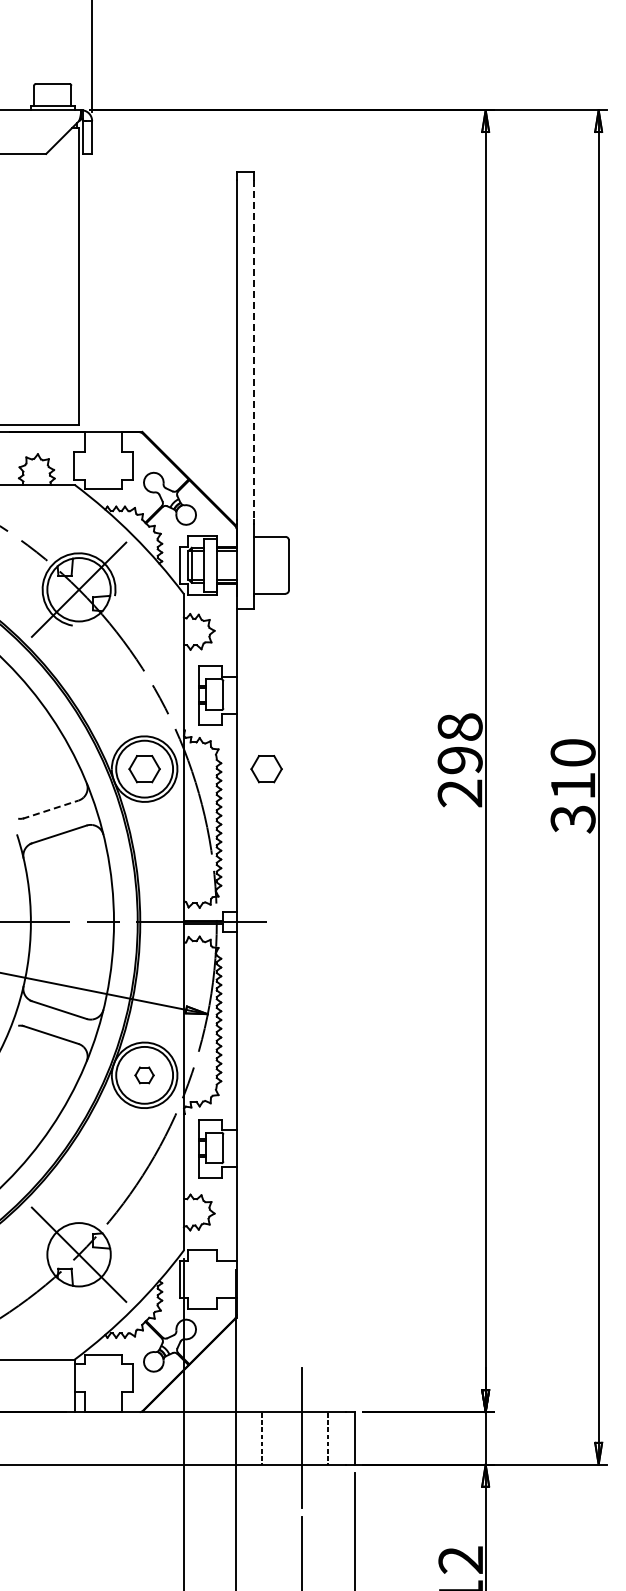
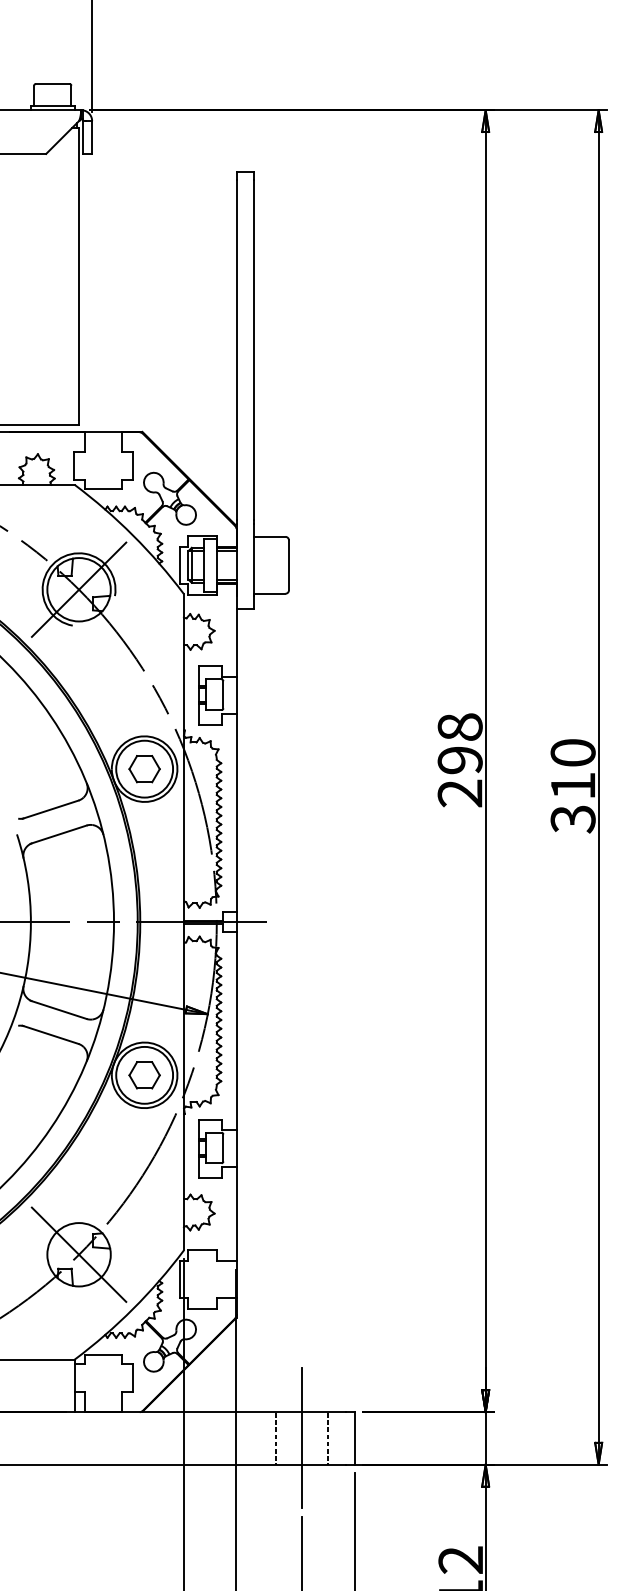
line at (253, 350): dashed -> solid
part at (266, 769): present -> none
line at (51, 809): dashed -> solid
part at (144, 1075) size: 21x19 px -> 33x29 px
line at (261, 1438) position: (261, 1438) -> (275, 1438)
